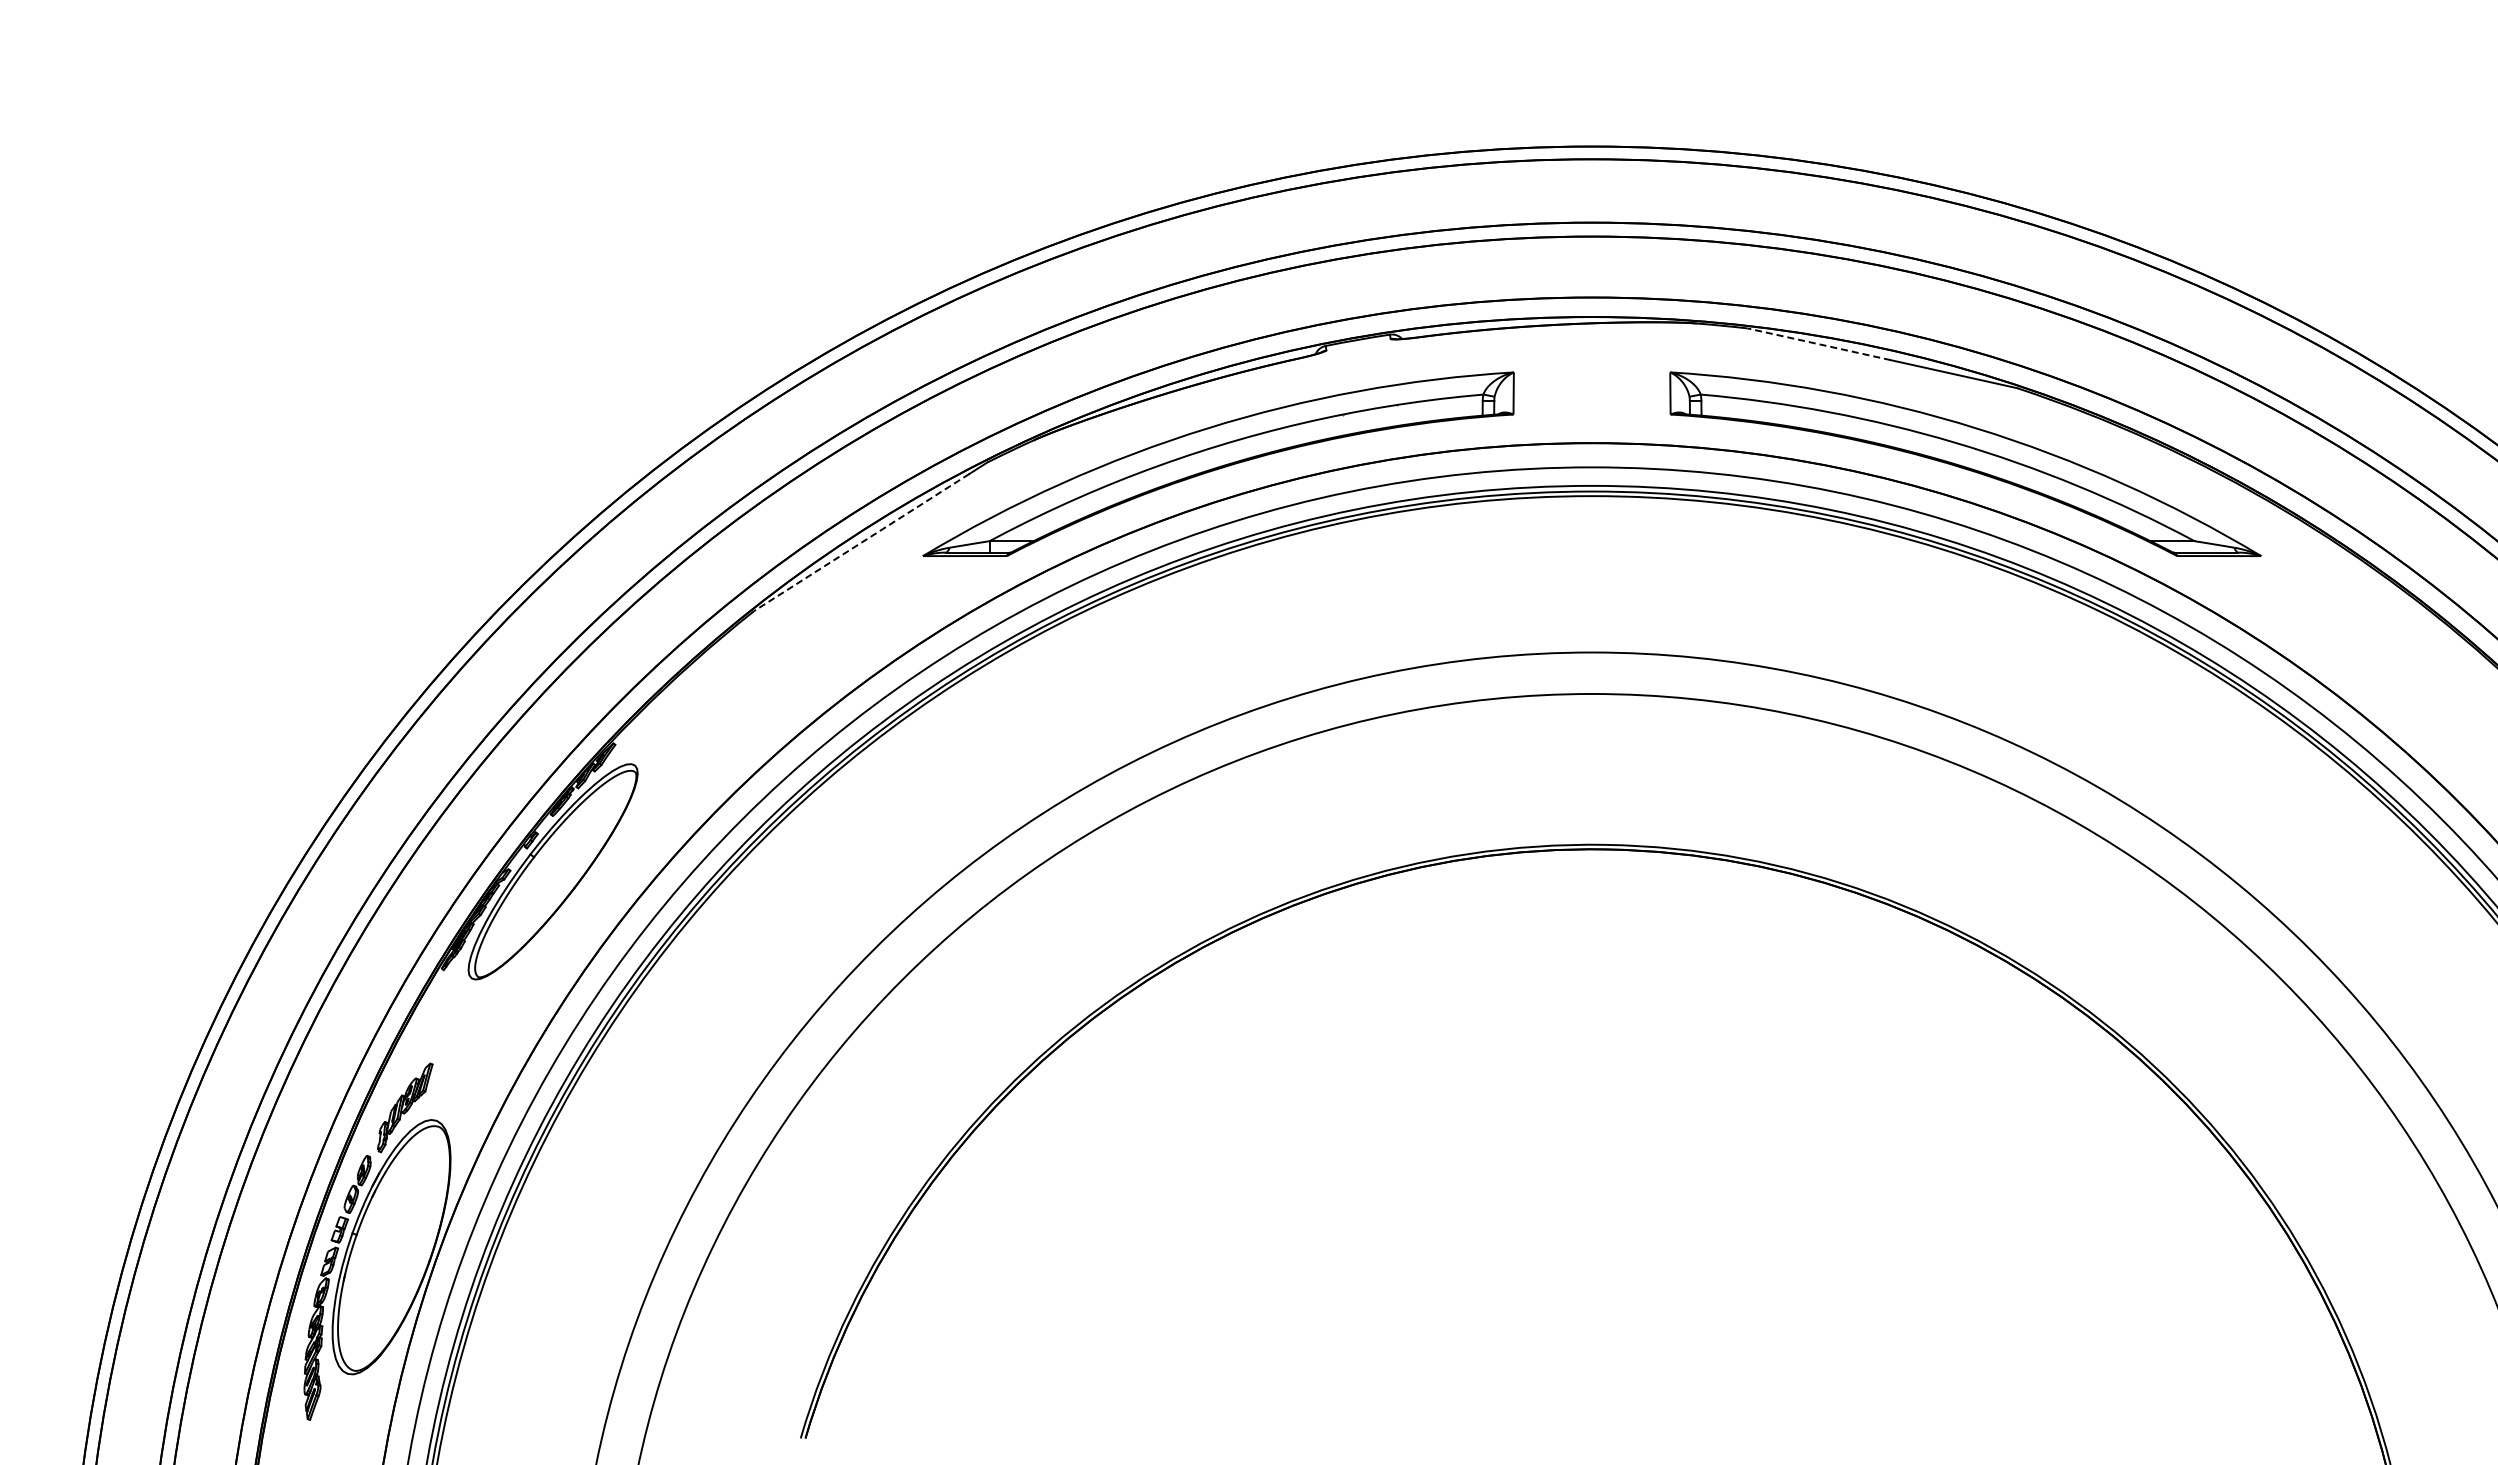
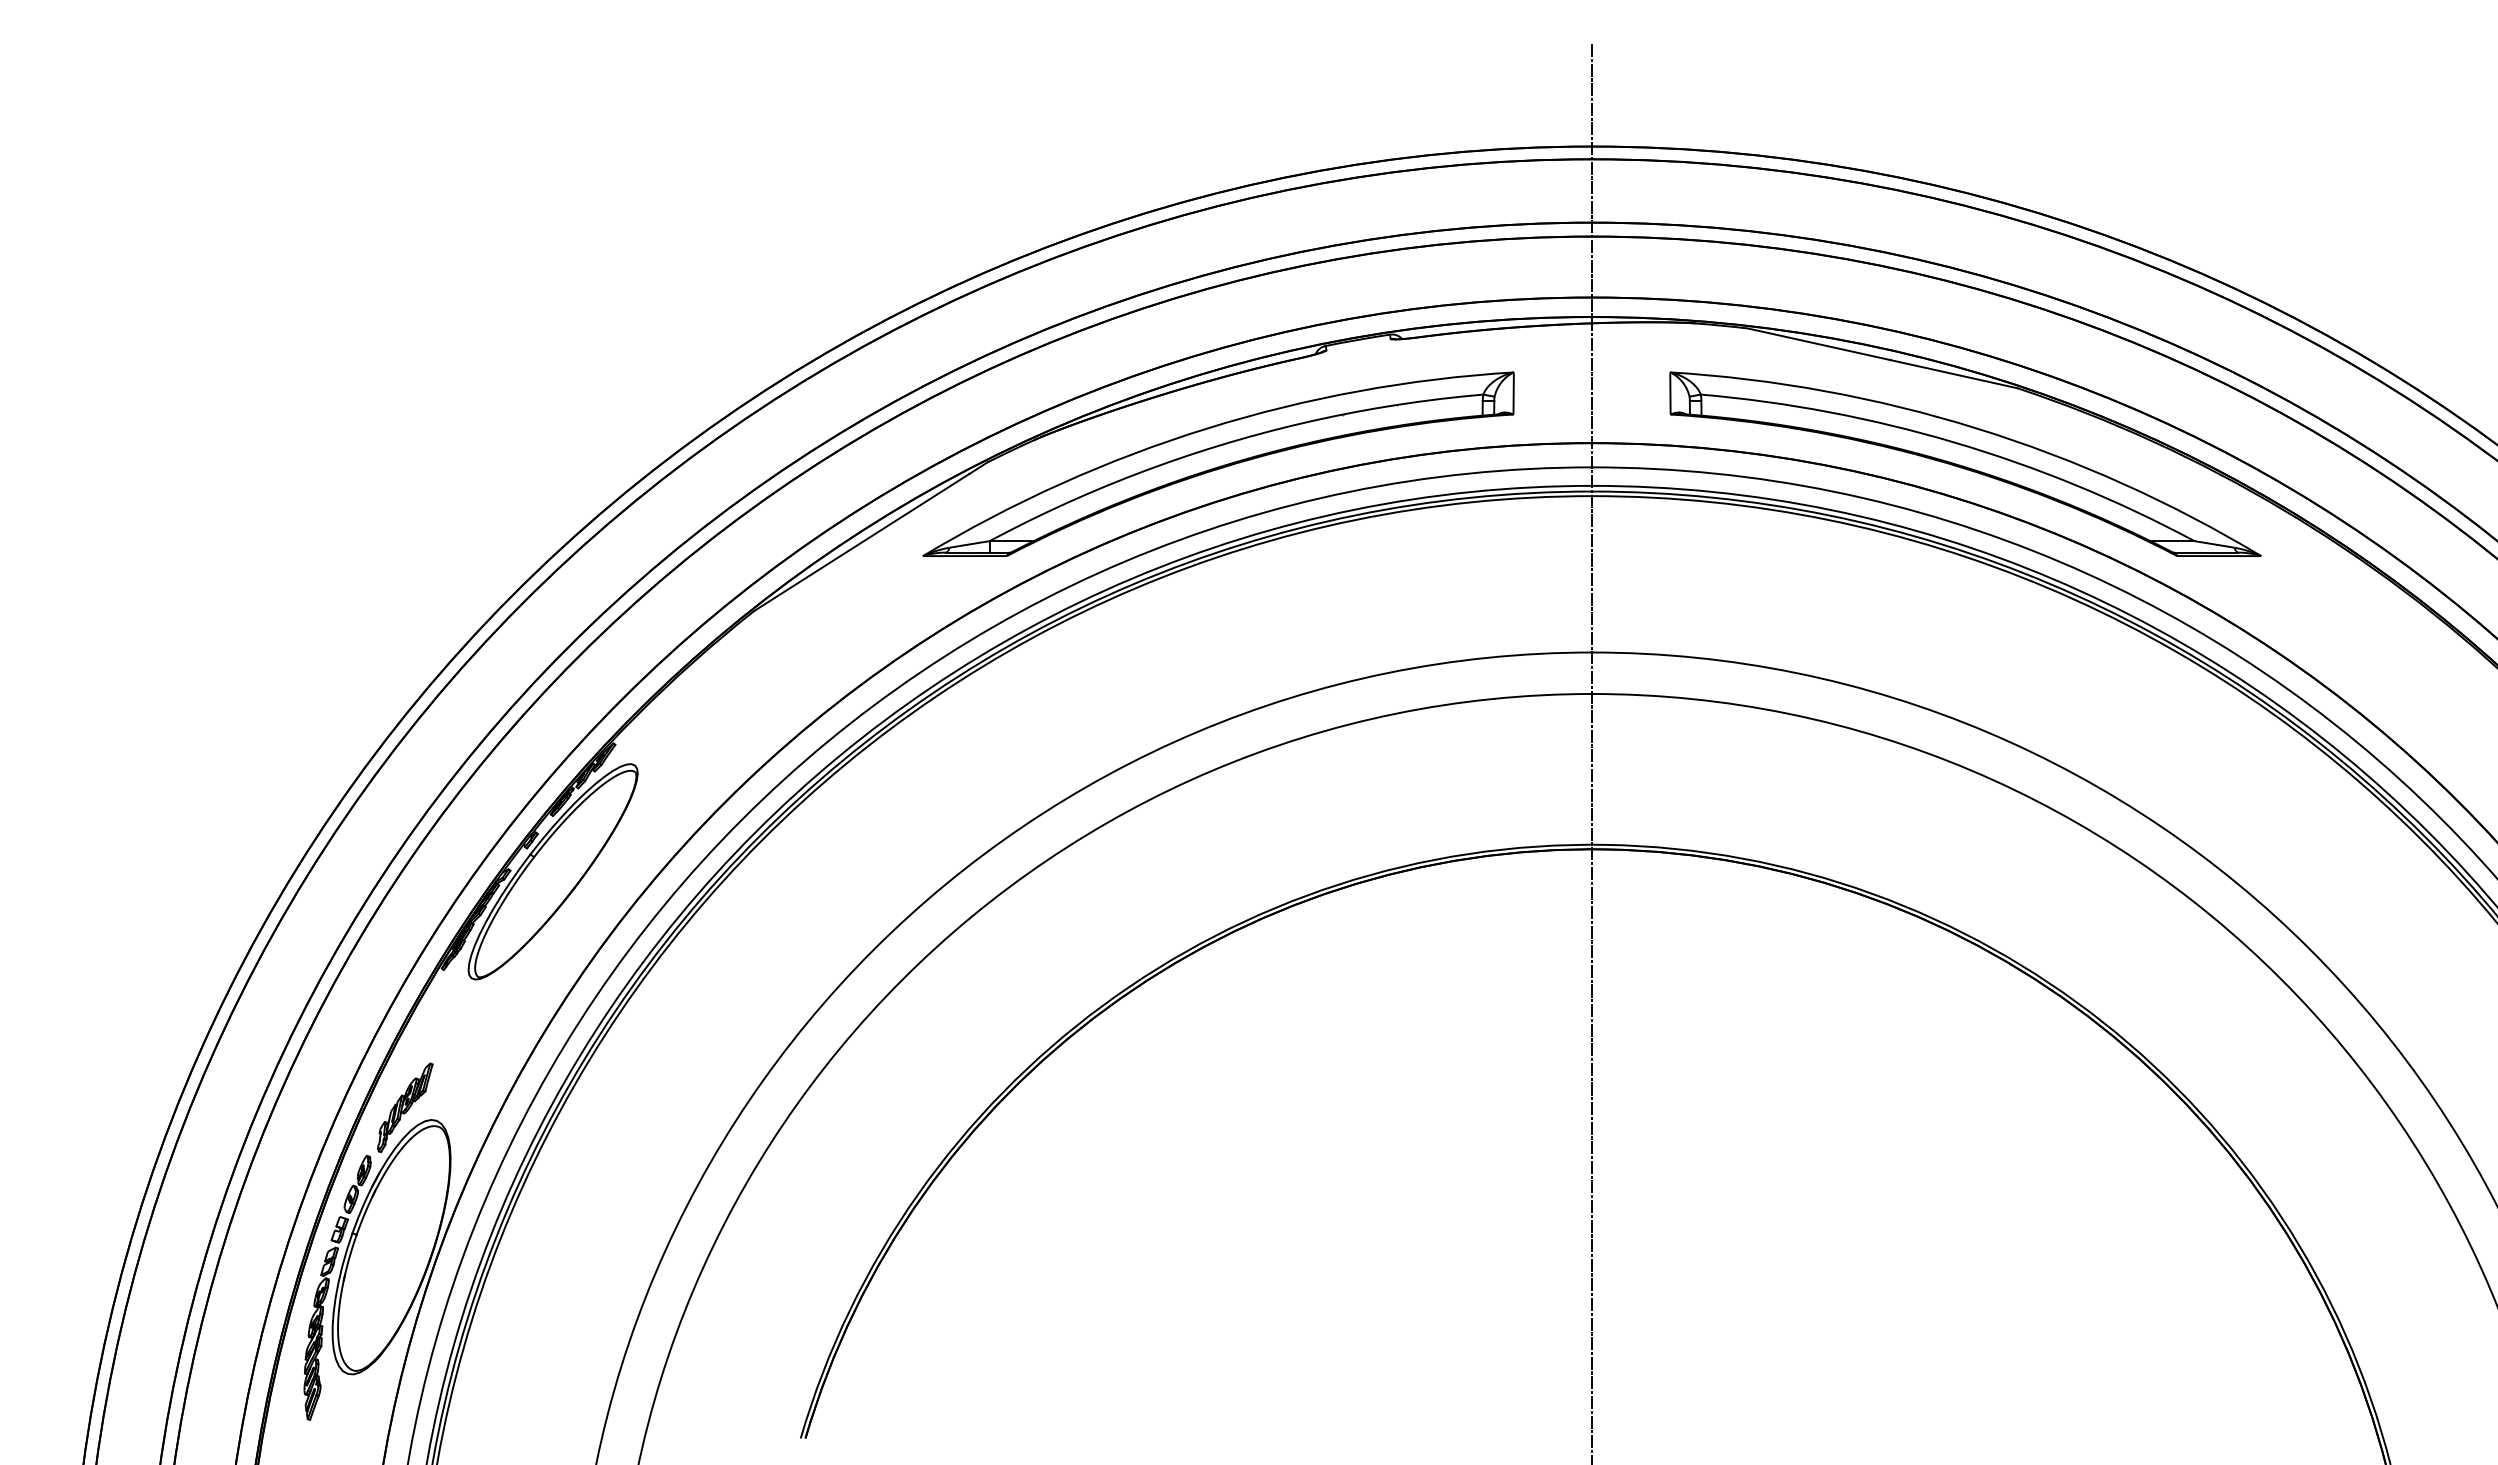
line at (1818, 344): dashed -> solid
line at (861, 542): dashed -> solid
line at (1592, 752): none -> present
